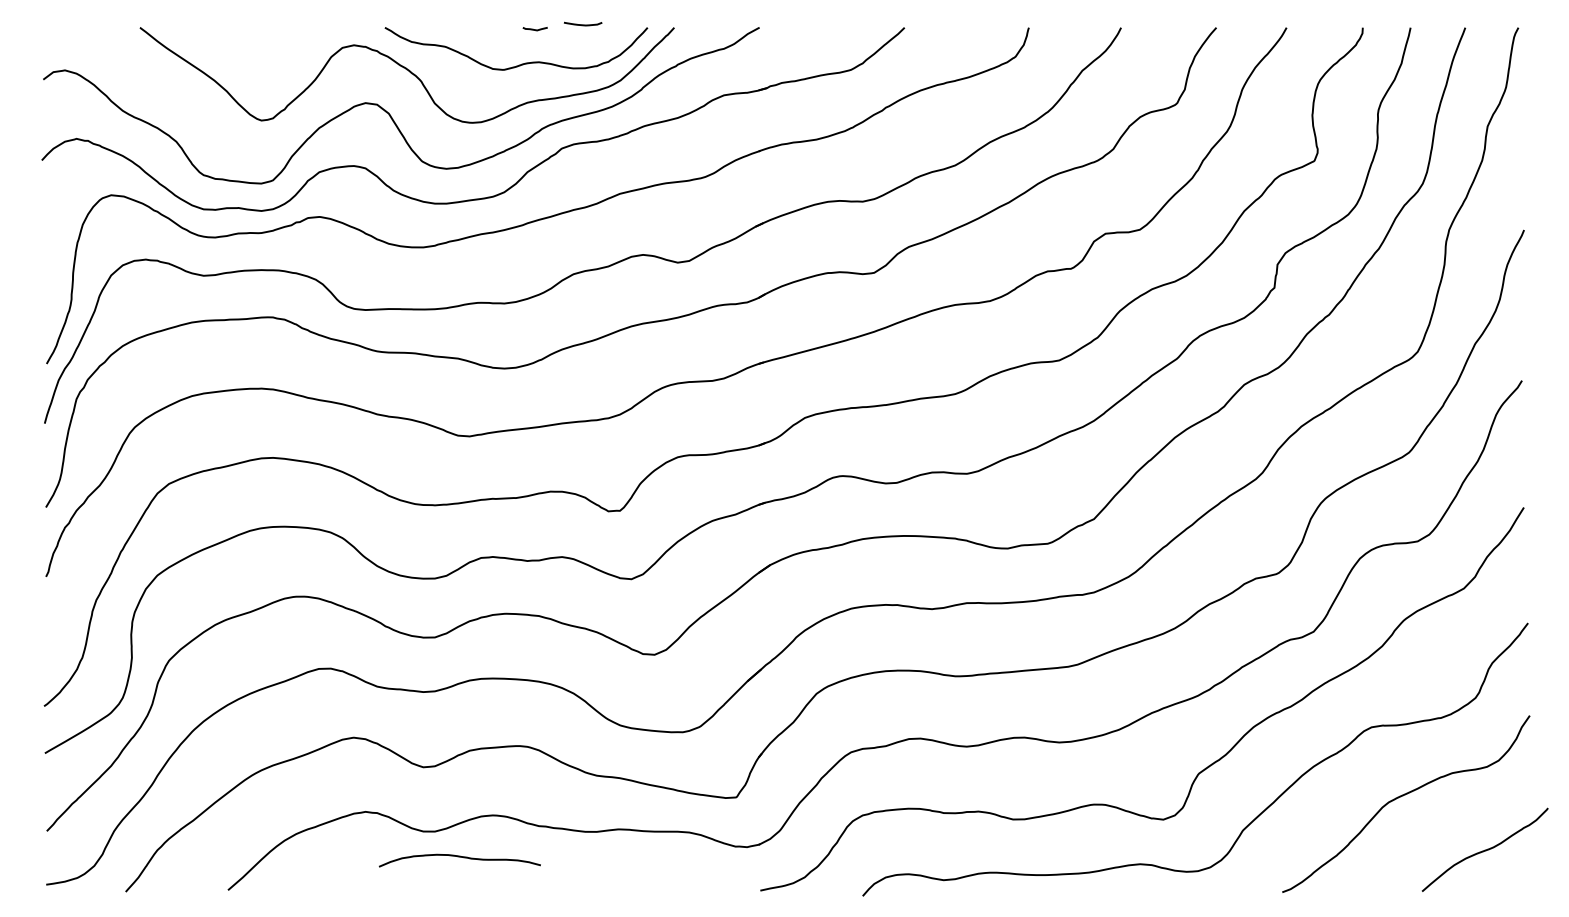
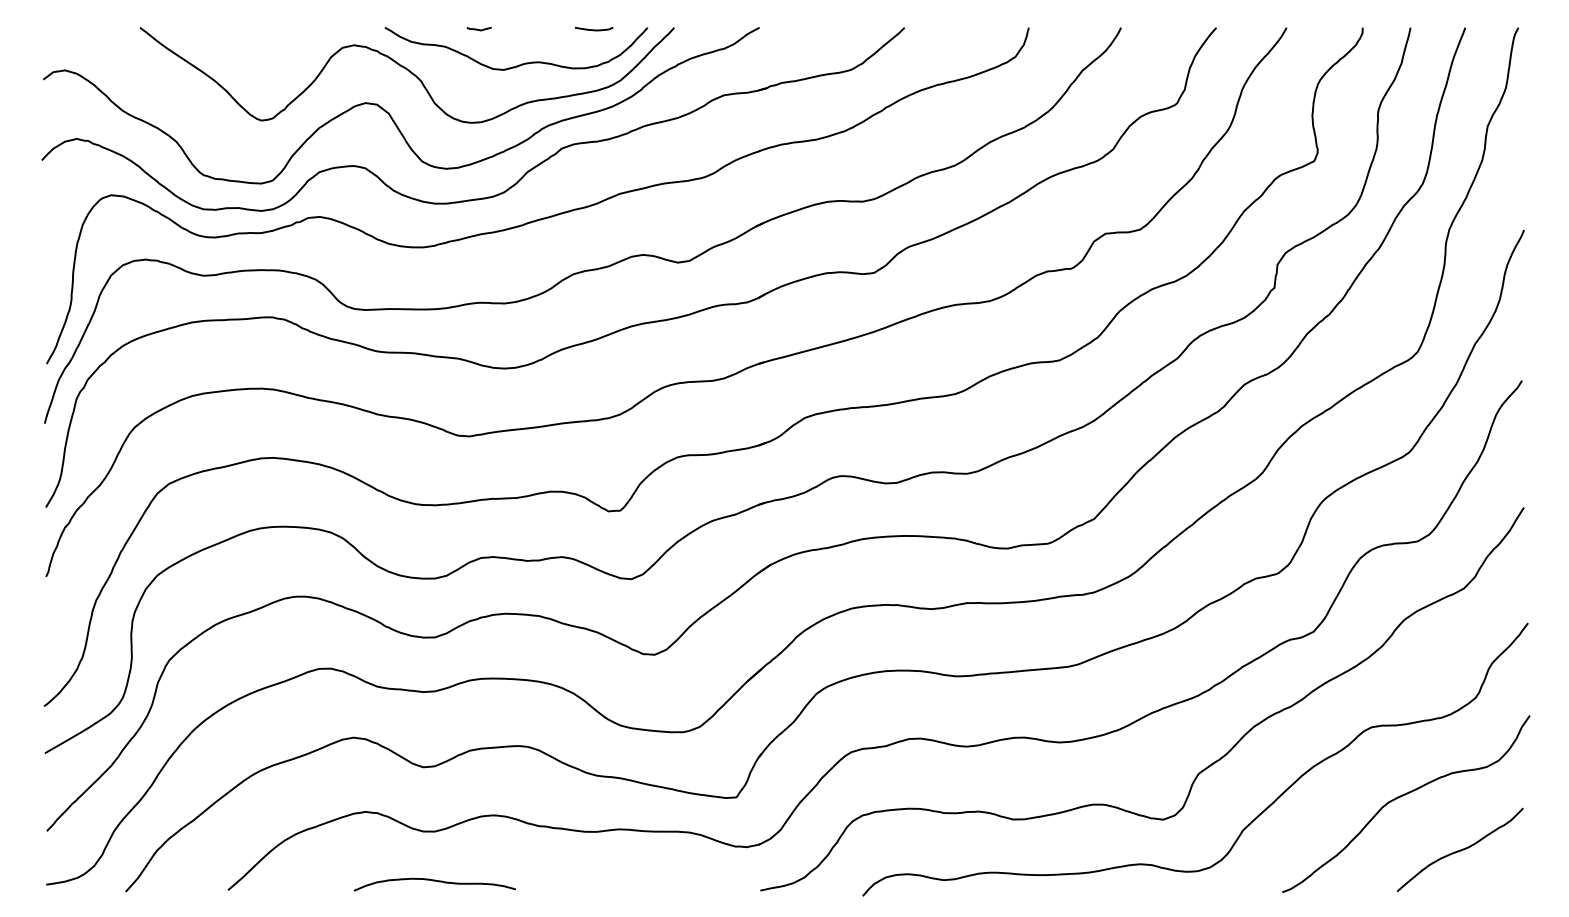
curve at (583, 24) position: (583, 24) -> (594, 29)
curve at (534, 29) position: (534, 29) -> (478, 29)
curve at (1484, 849) position: (1484, 849) -> (1459, 849)
curve at (459, 857) position: (459, 857) -> (434, 881)
